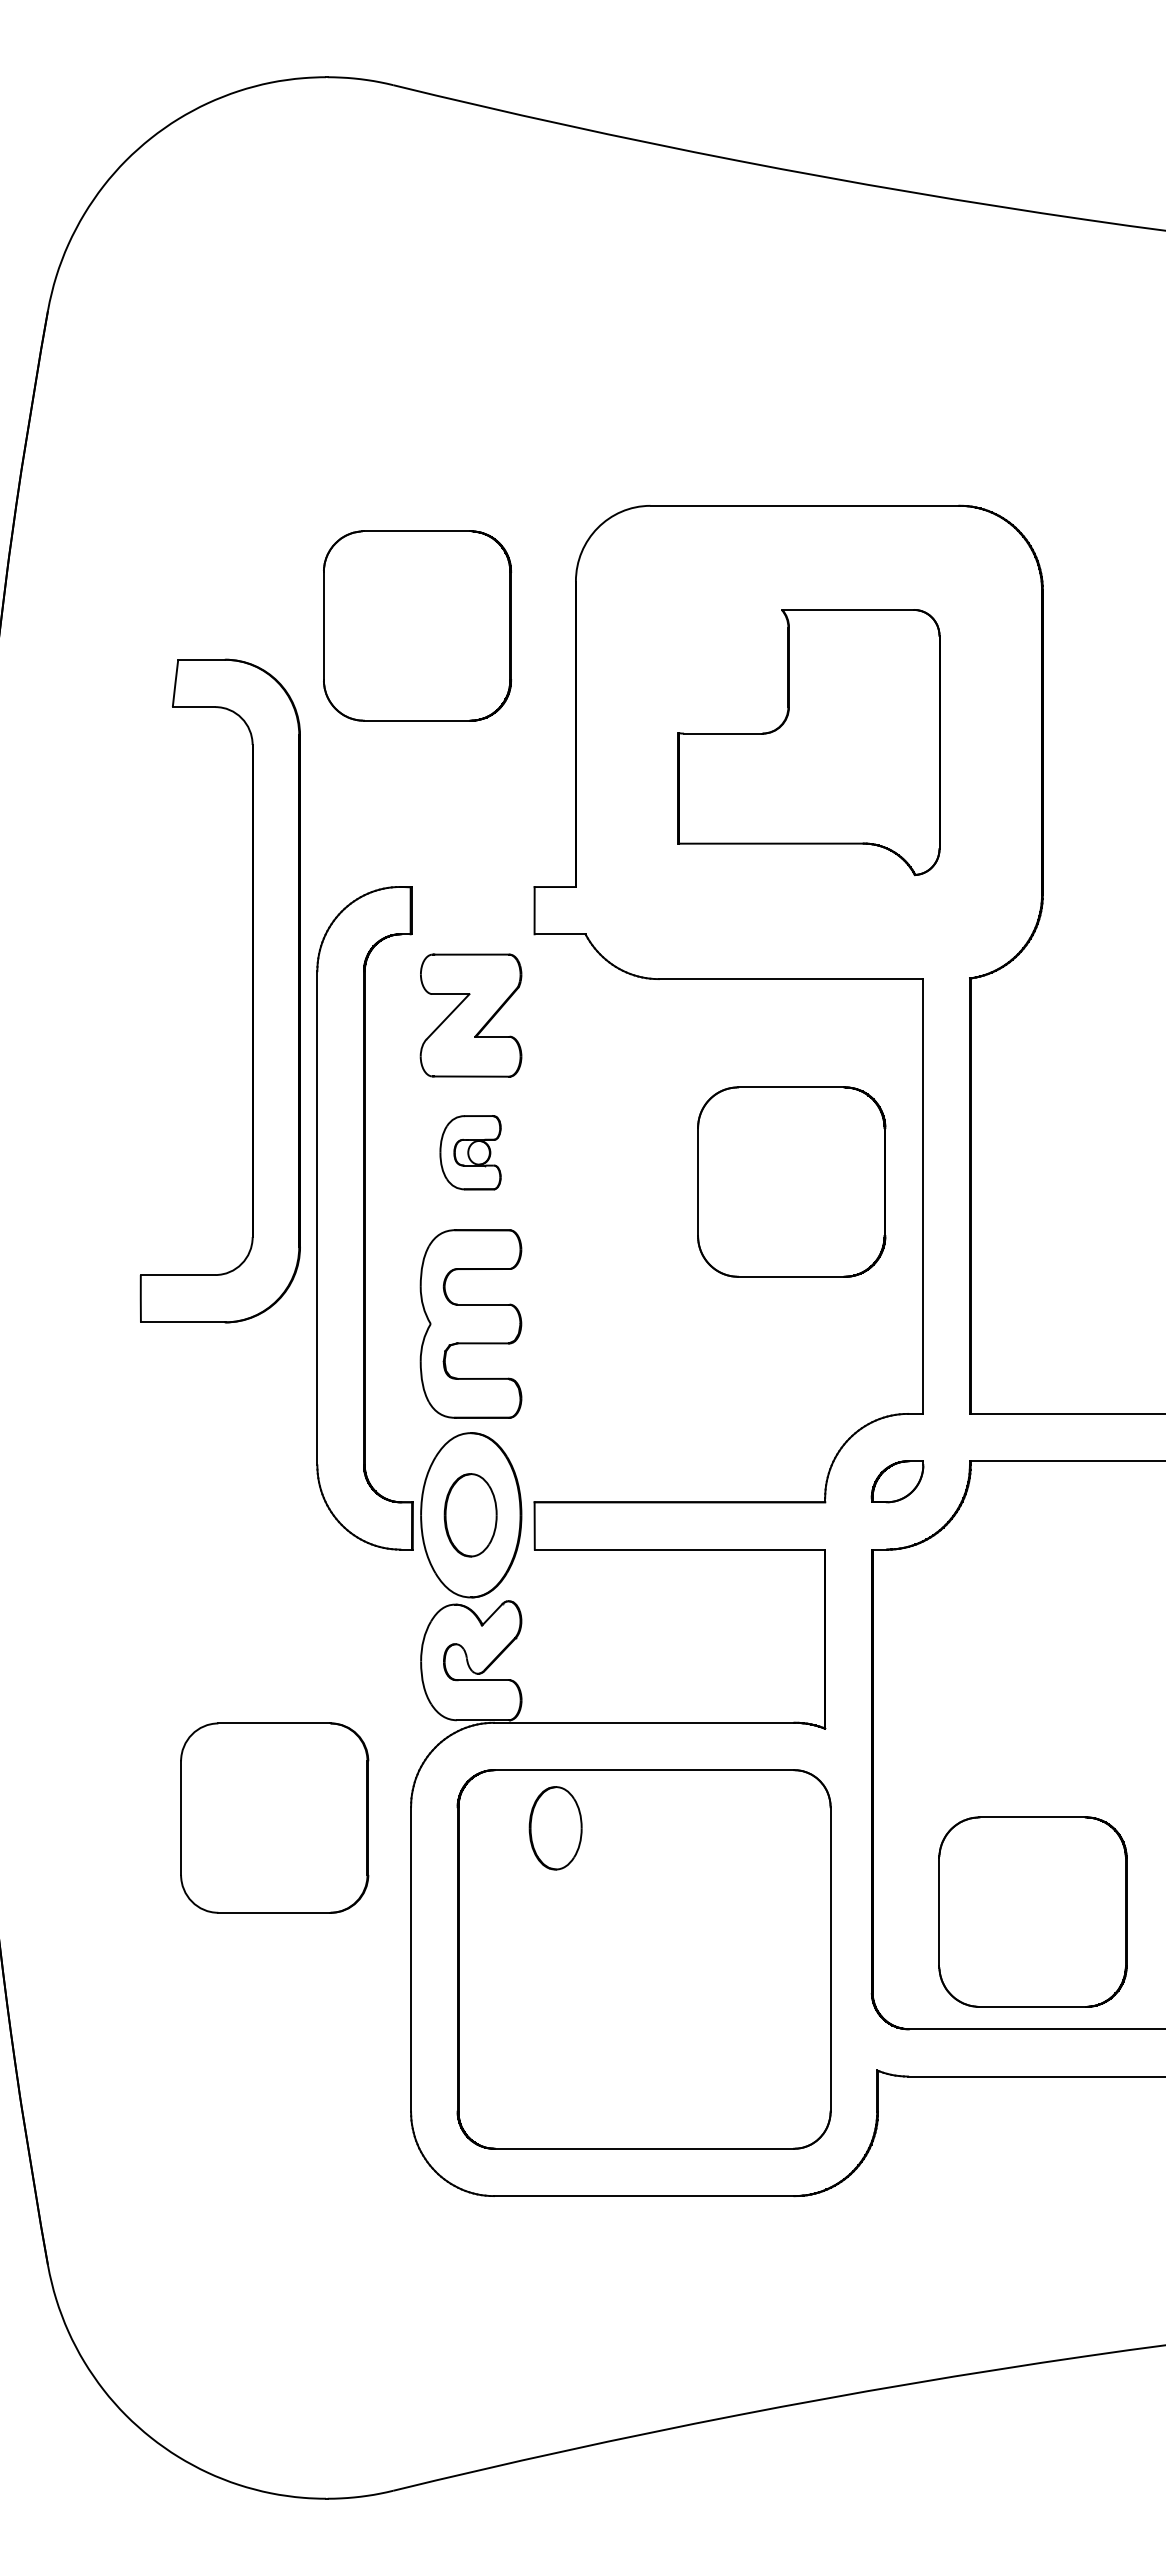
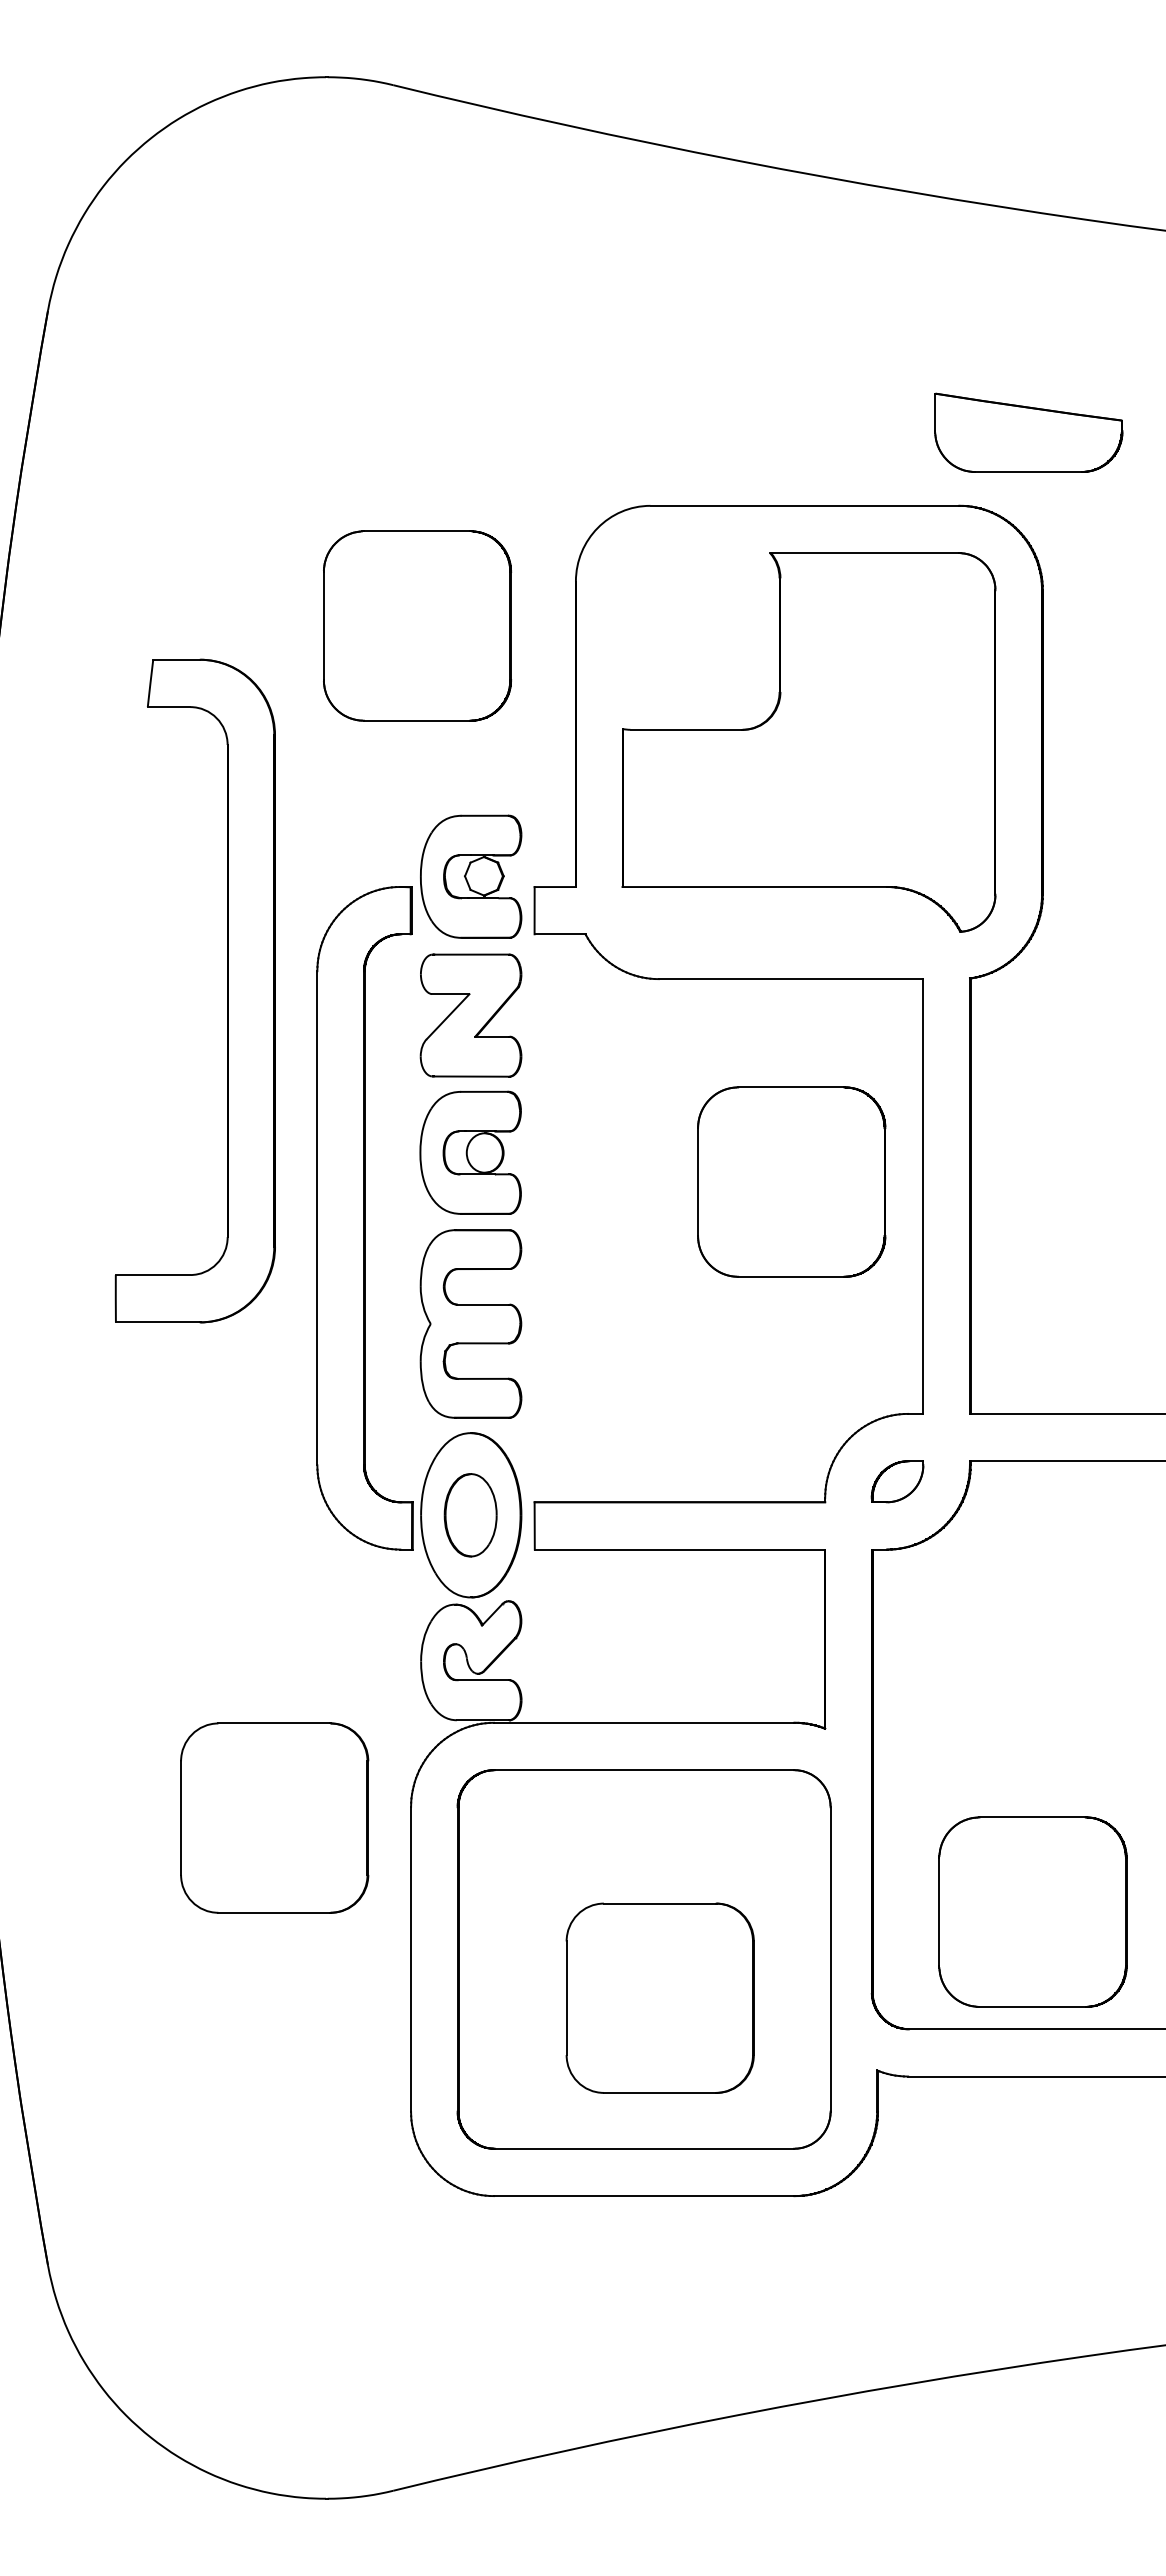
part at (1028, 432): none -> present
part at (808, 742) size: 264x267 px -> 376x381 px
part at (471, 876): none -> present
part at (252, 990) position: (252, 990) -> (227, 990)
part at (470, 1152) size: 63x76 px -> 103x125 px
part at (555, 1828): present -> none
part at (659, 1997): none -> present
